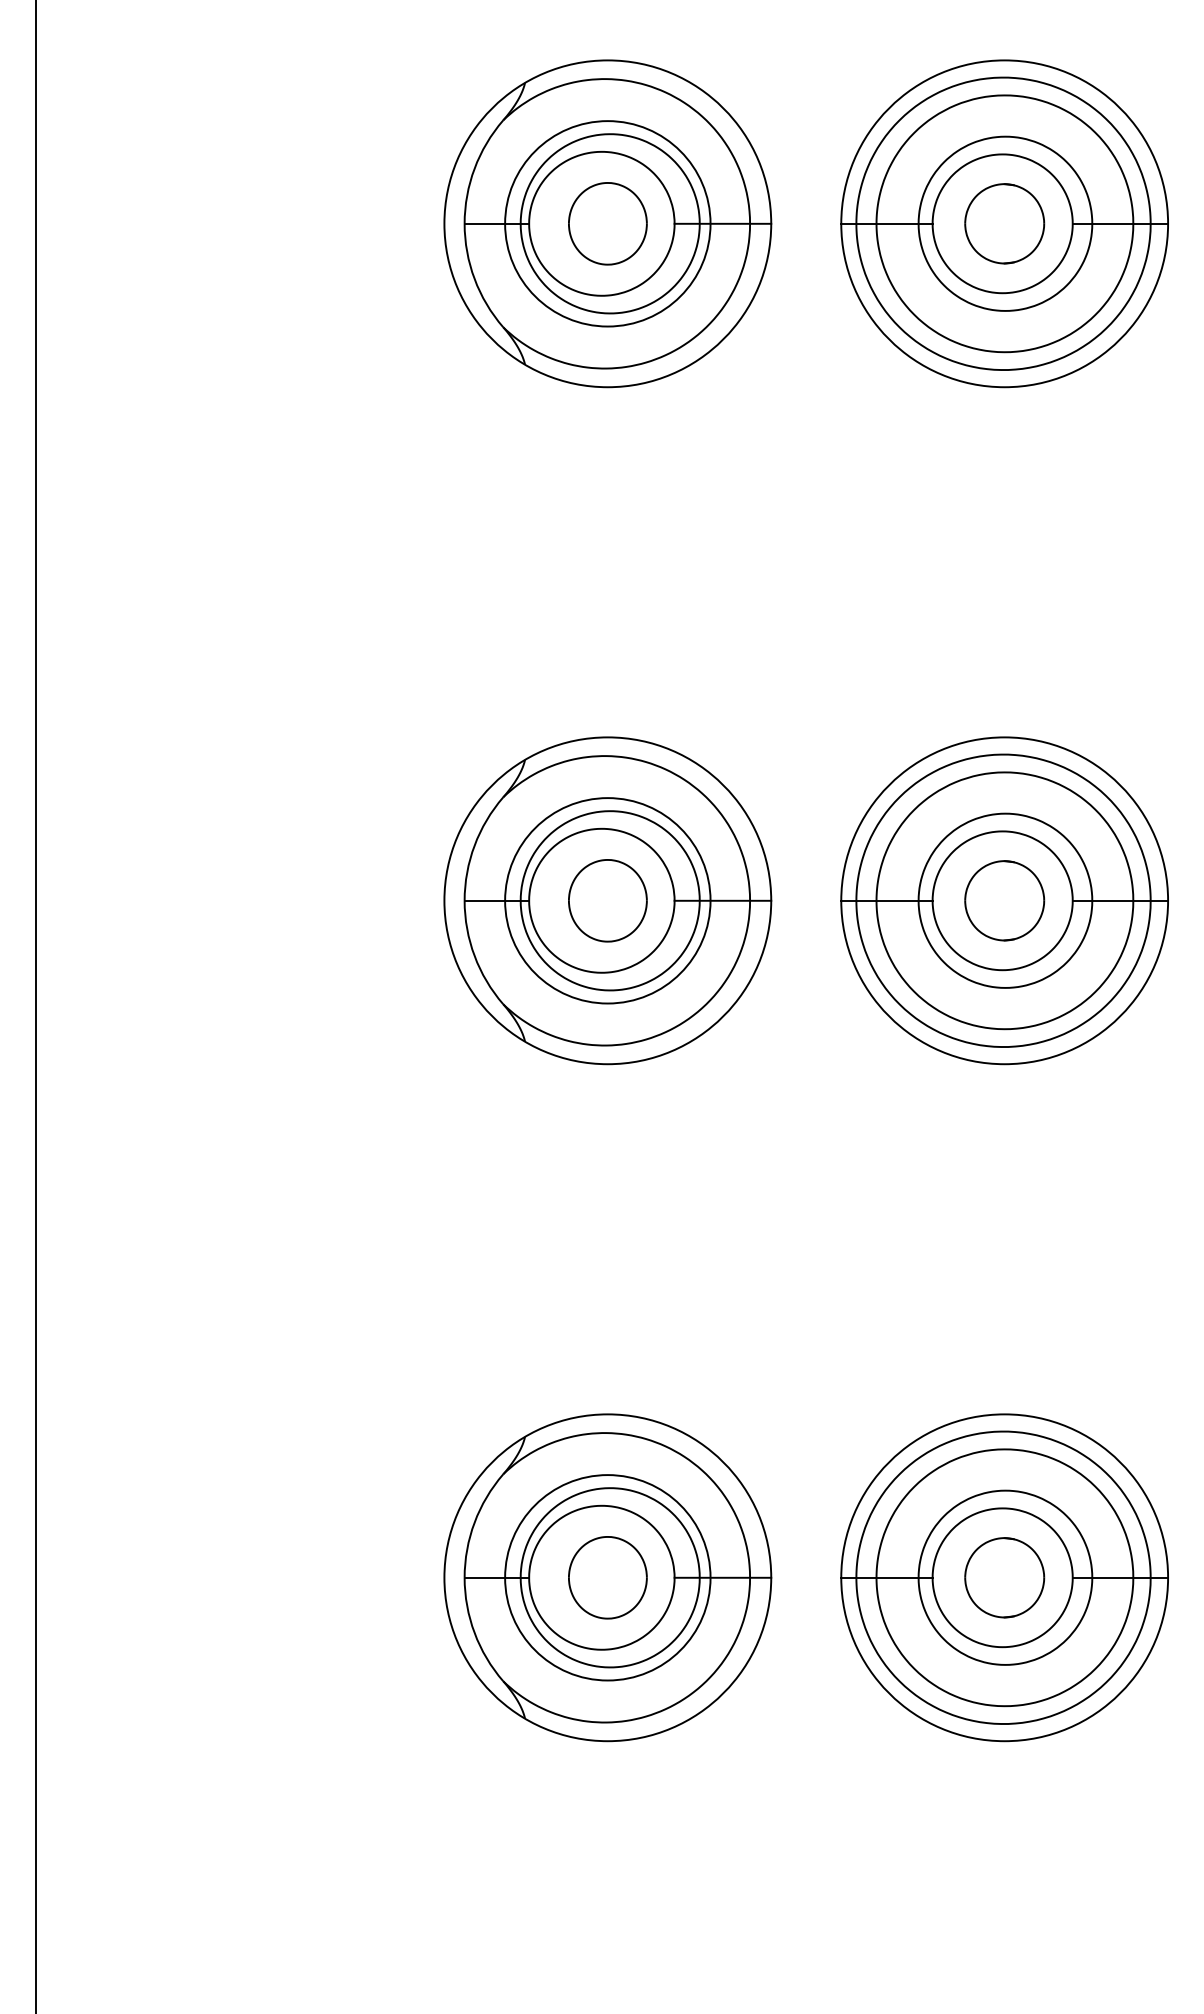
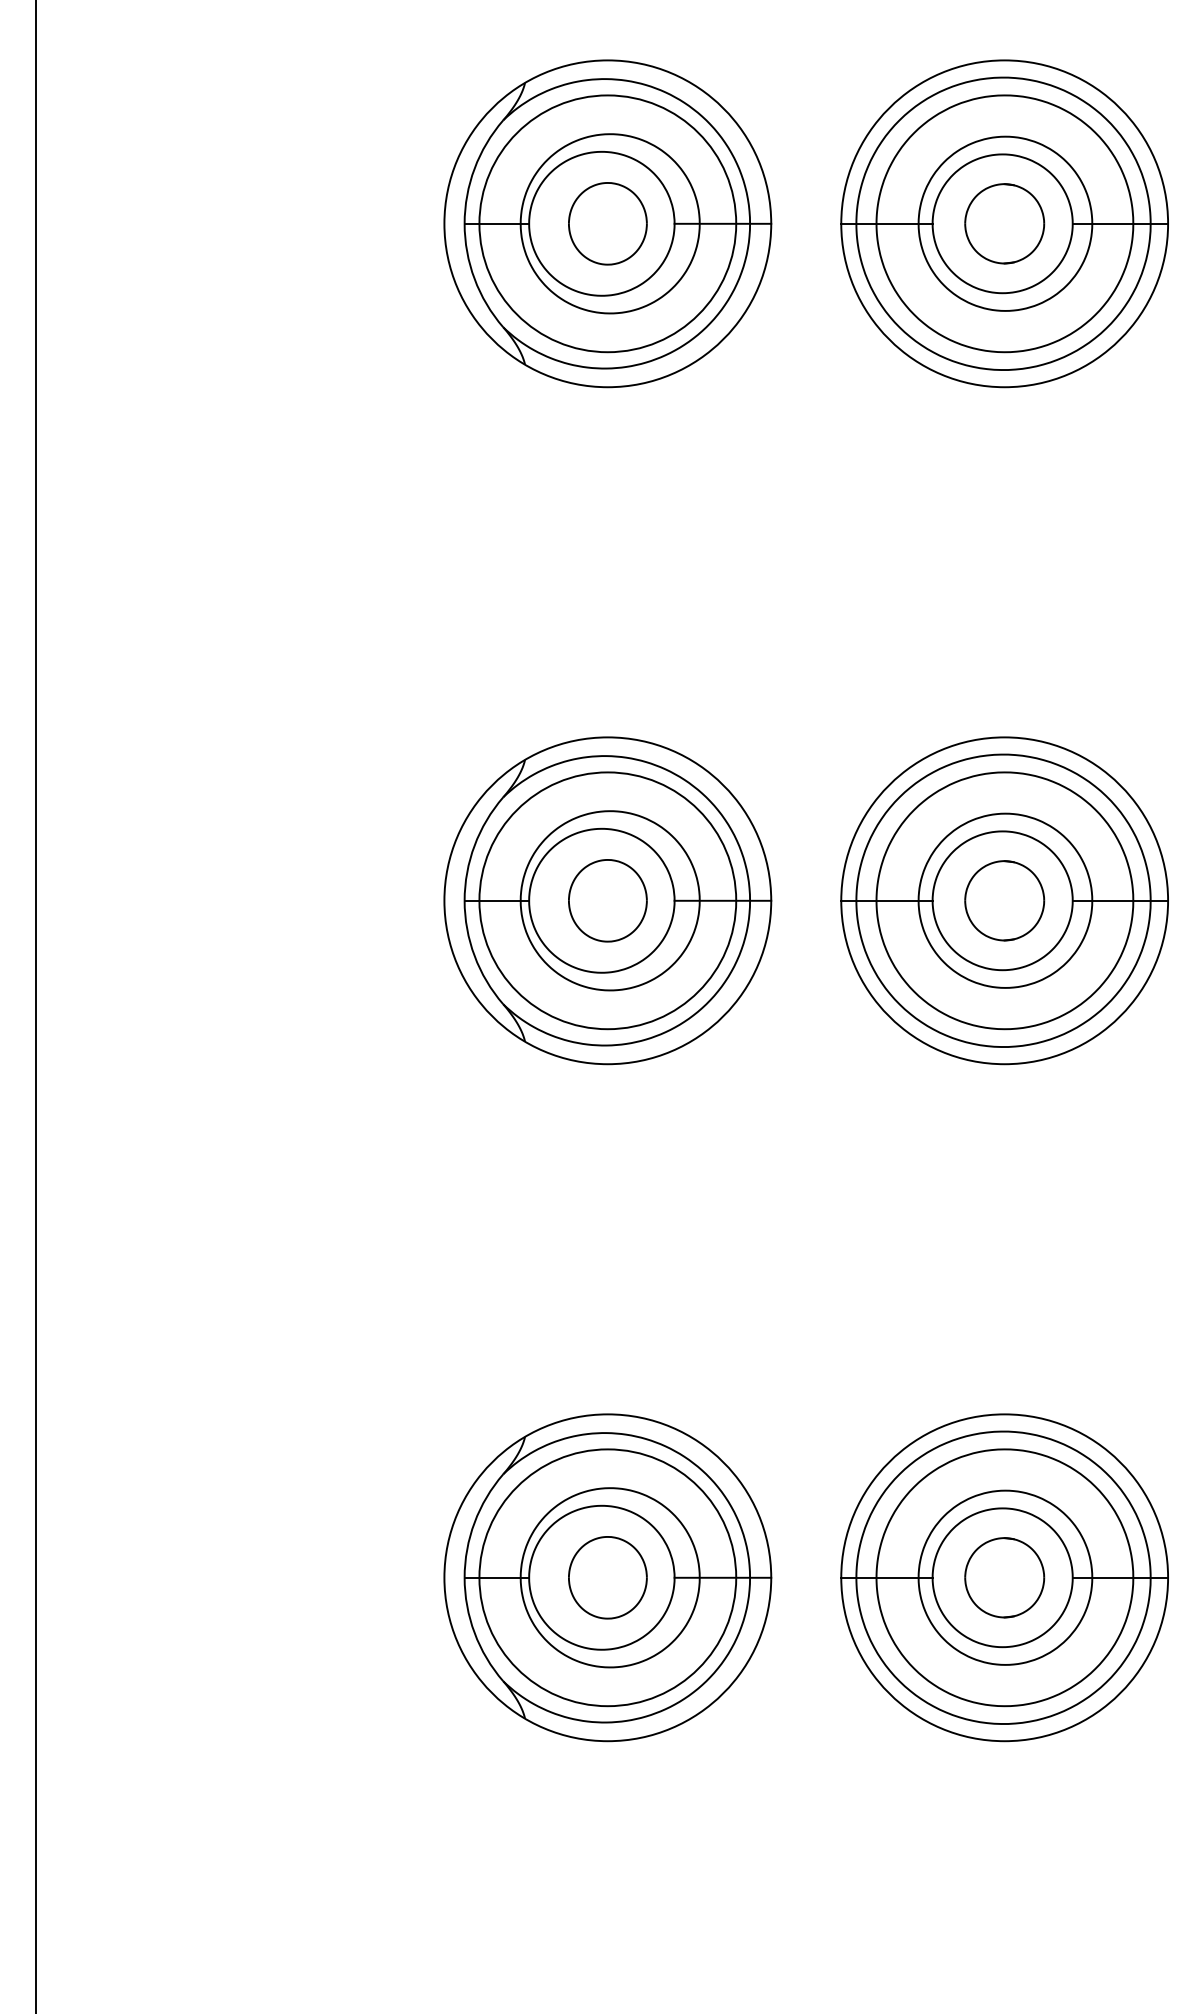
circle at (607, 223) diameter: 205 px -> 257 px
circle at (607, 900) diameter: 205 px -> 257 px
circle at (607, 1577) diameter: 205 px -> 257 px
